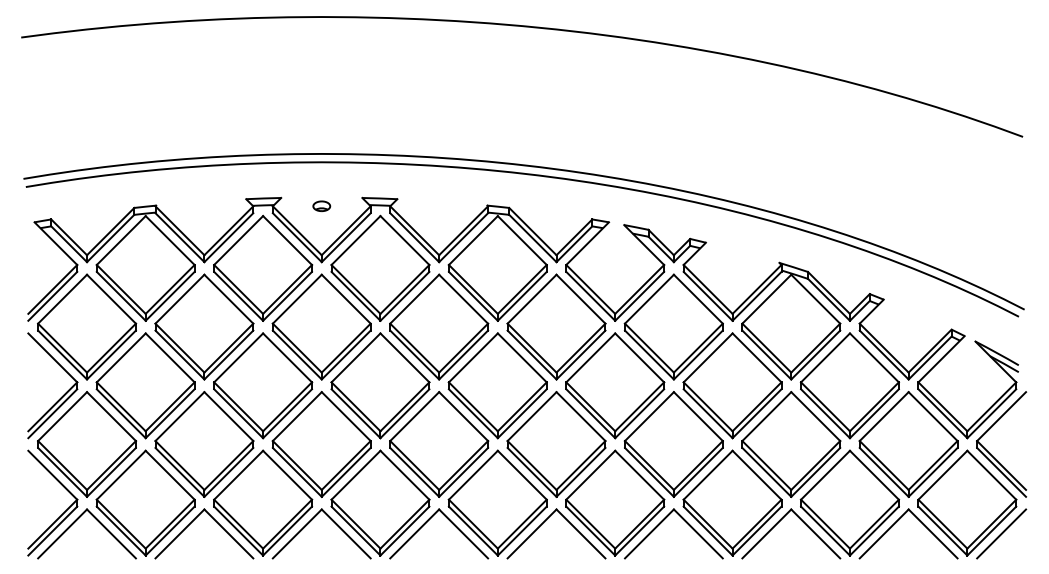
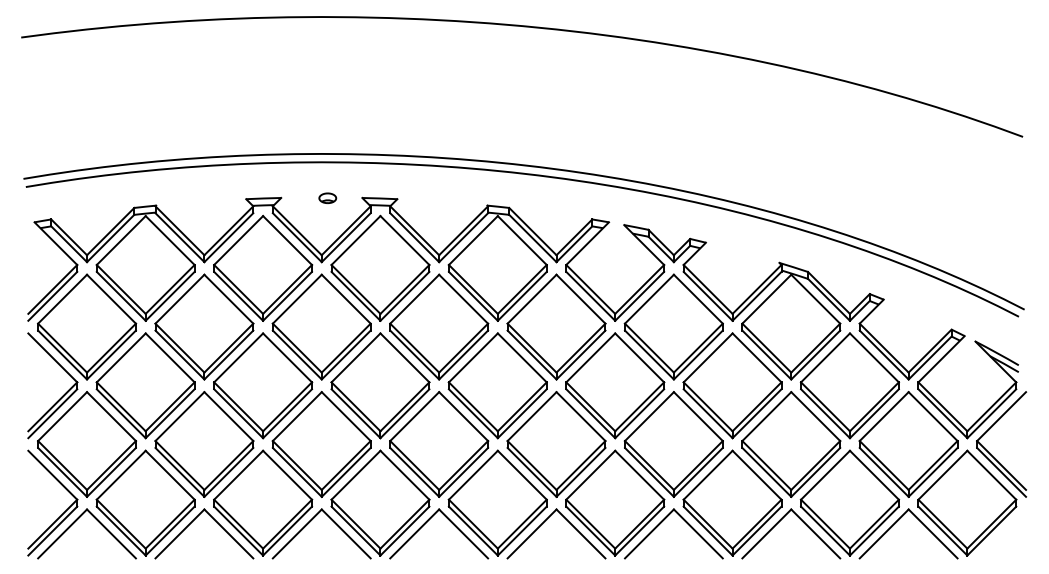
part at (321, 205) position: (321, 205) -> (327, 197)
line at (1001, 533): present -> none
